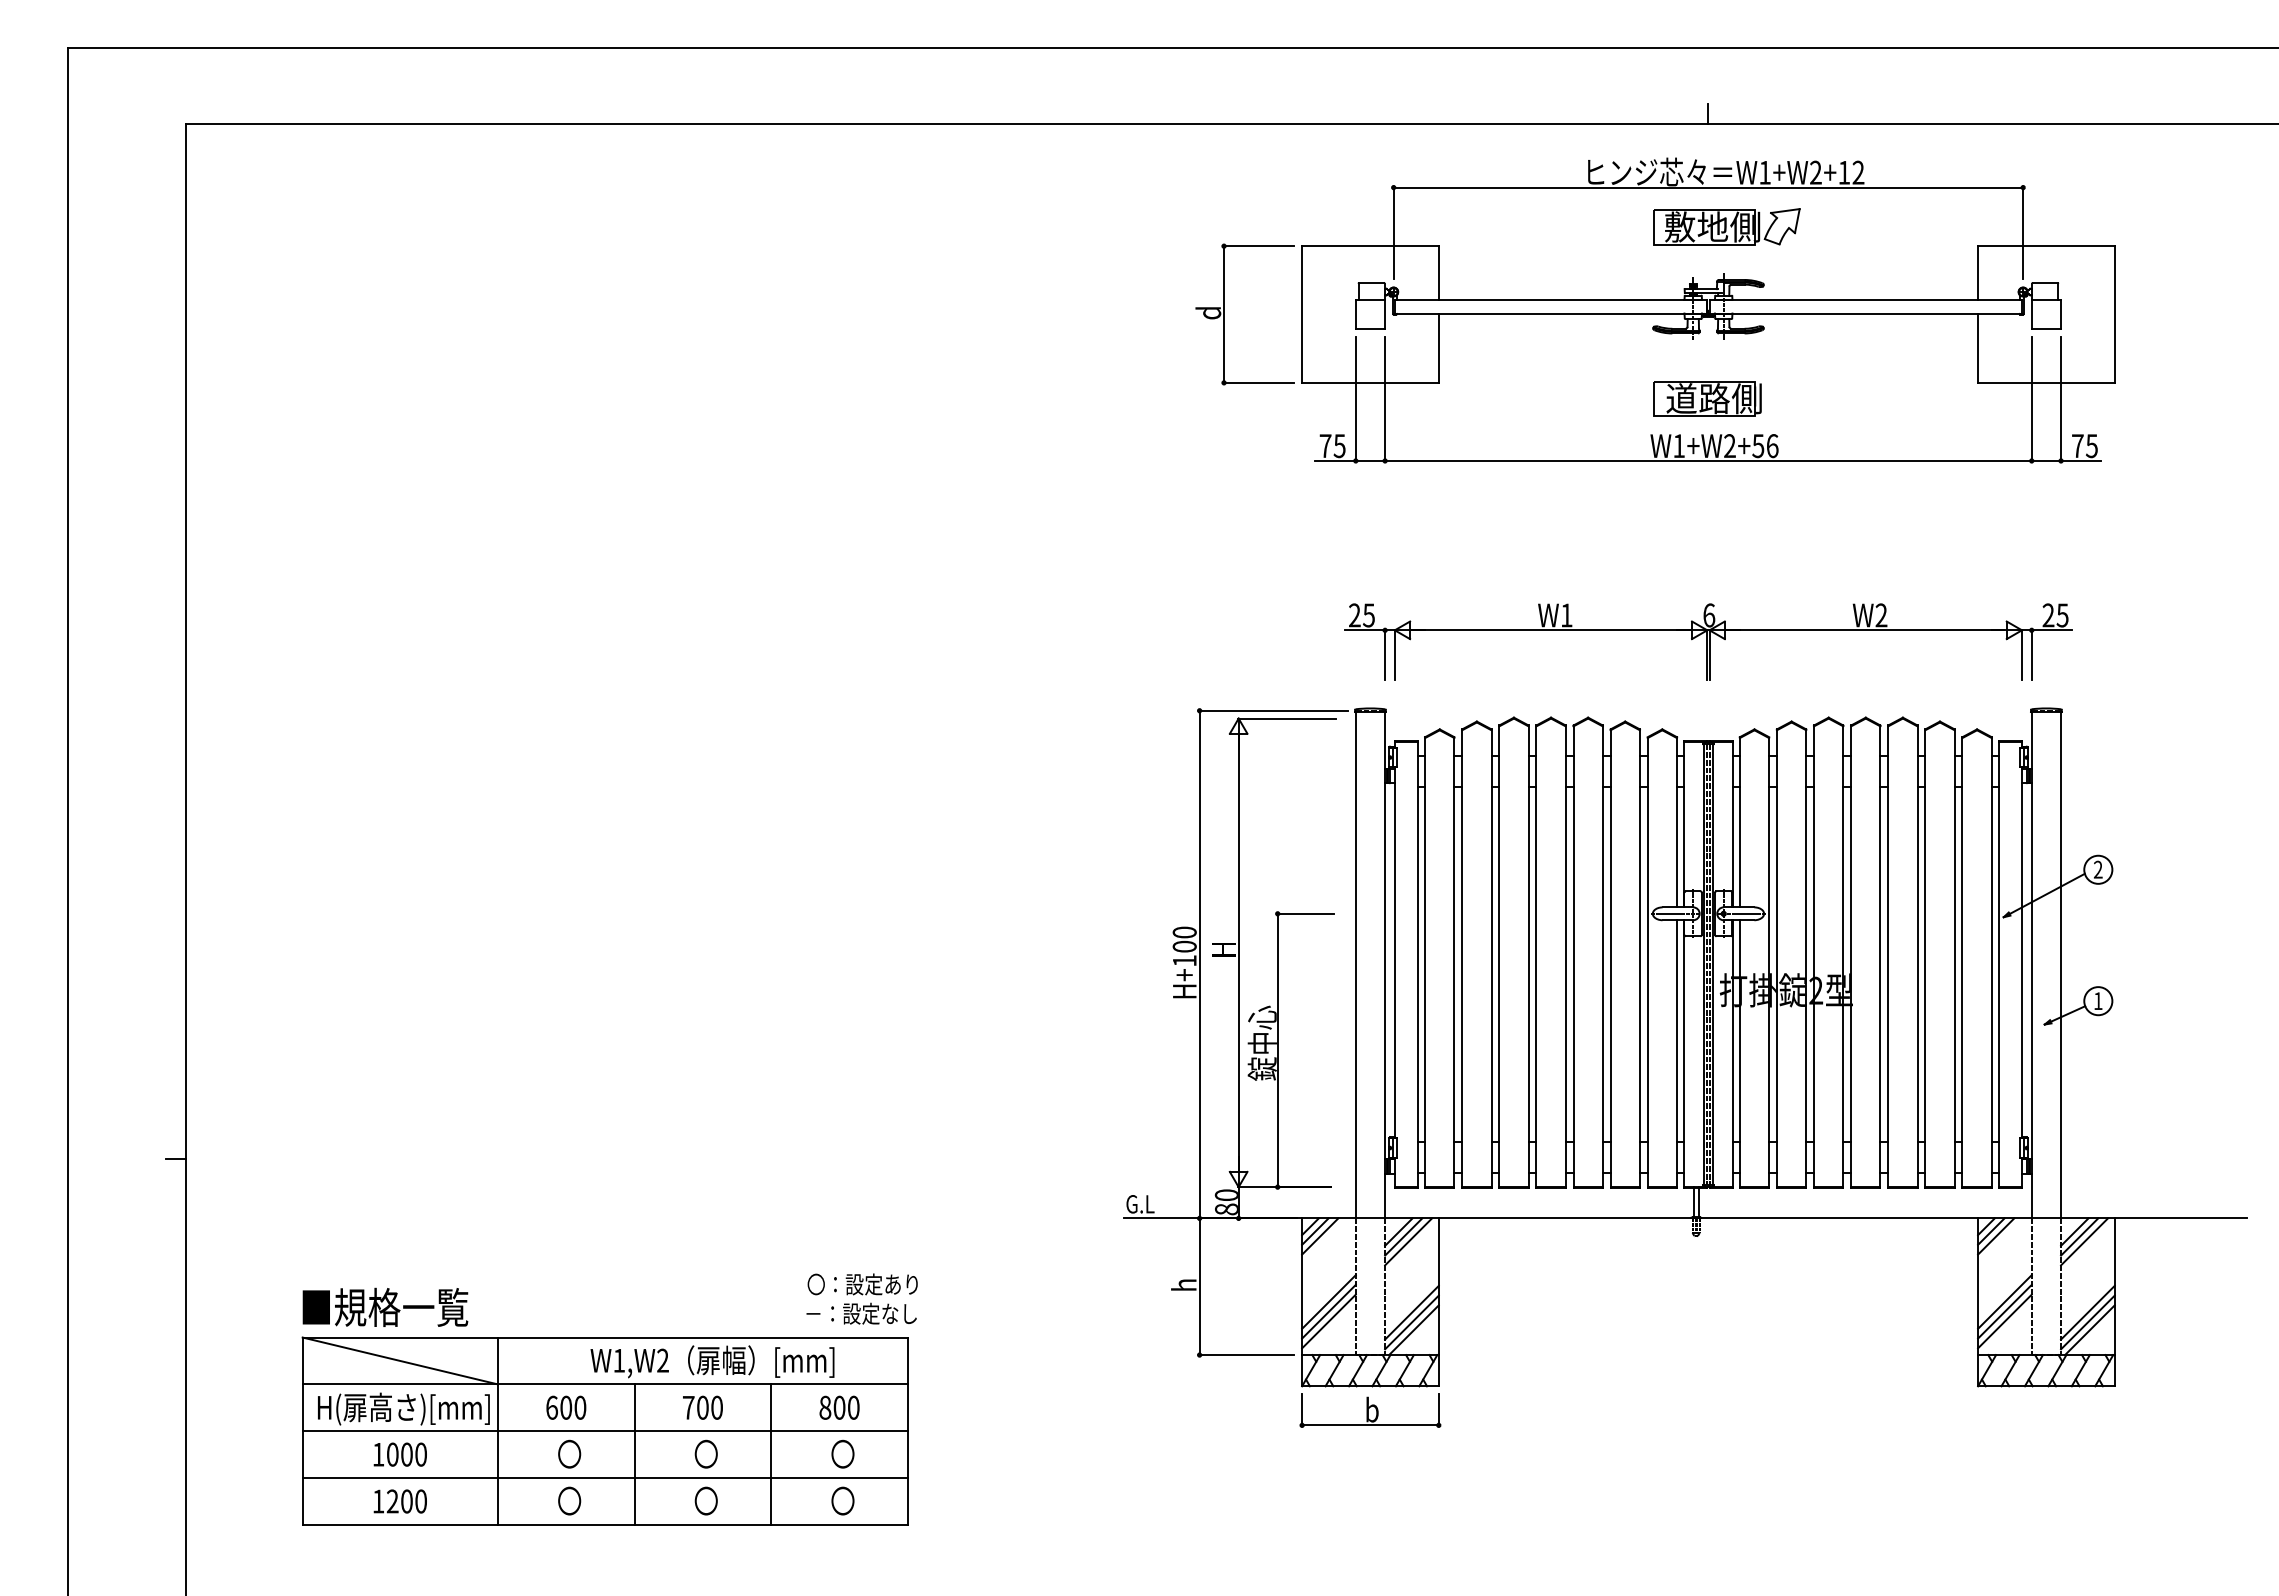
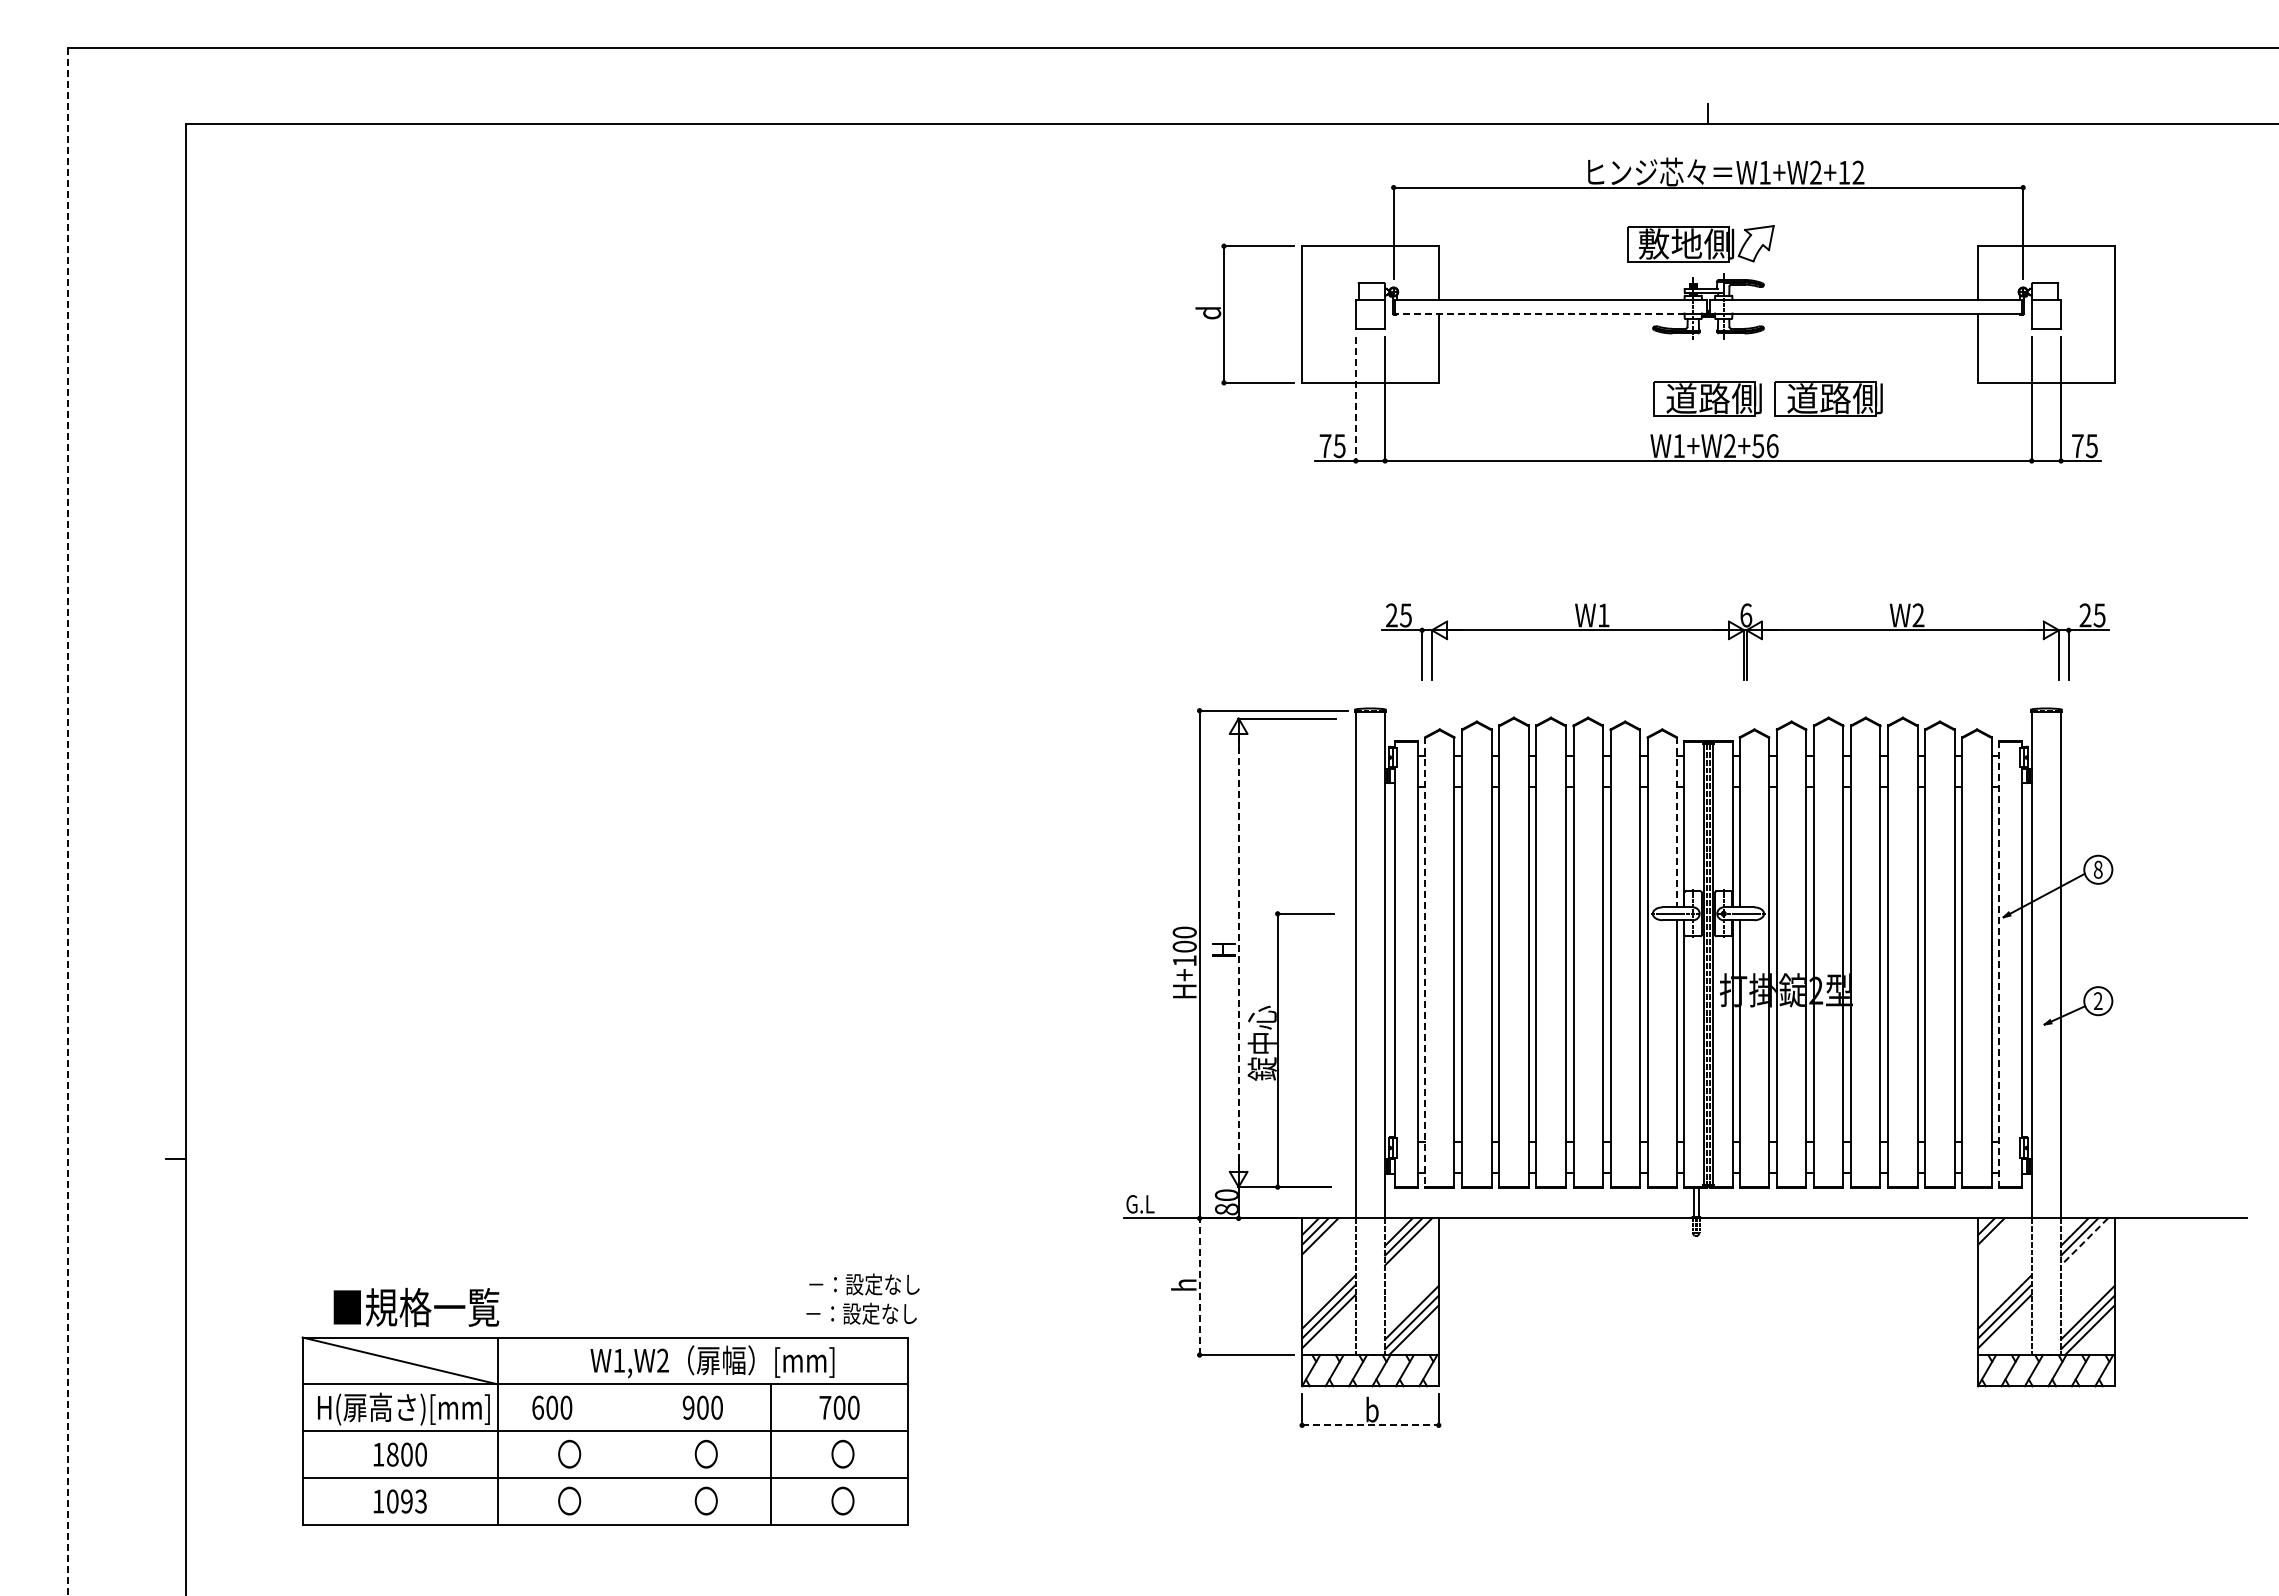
part at (1726, 226) position: (1726, 226) -> (1700, 243)
line at (1550, 313): solid -> dashed
part at (1828, 398): none -> present
line at (1355, 399): solid -> dashed
part at (1708, 641) position: (1708, 641) -> (1745, 641)
line at (68, 821): solid -> dashed
line at (1676, 822): solid -> dashed
text at (2097, 869): 2 -> 8
line at (1238, 952): solid -> dashed
line at (1425, 963): solid -> dashed
line at (1998, 964): solid -> dashed
text at (2097, 1000): 1 -> 2
line at (1996, 1236): present -> none
line at (2084, 1242): solid -> dashed
text at (863, 1284): 〇：設定あり -> －：設定なし
line at (1199, 1286): solid -> dashed
text at (385, 1306) position: (385, 1306) -> (416, 1306)
text at (566, 1407) position: (566, 1407) -> (552, 1407)
text at (688, 1407): 700 -> 900
text at (825, 1407): 800 -> 700
line at (1370, 1425): solid -> dashed
text at (392, 1454): 1000 -> 1800
line at (634, 1454): present -> none
text at (406, 1501): 1200 -> 1093
